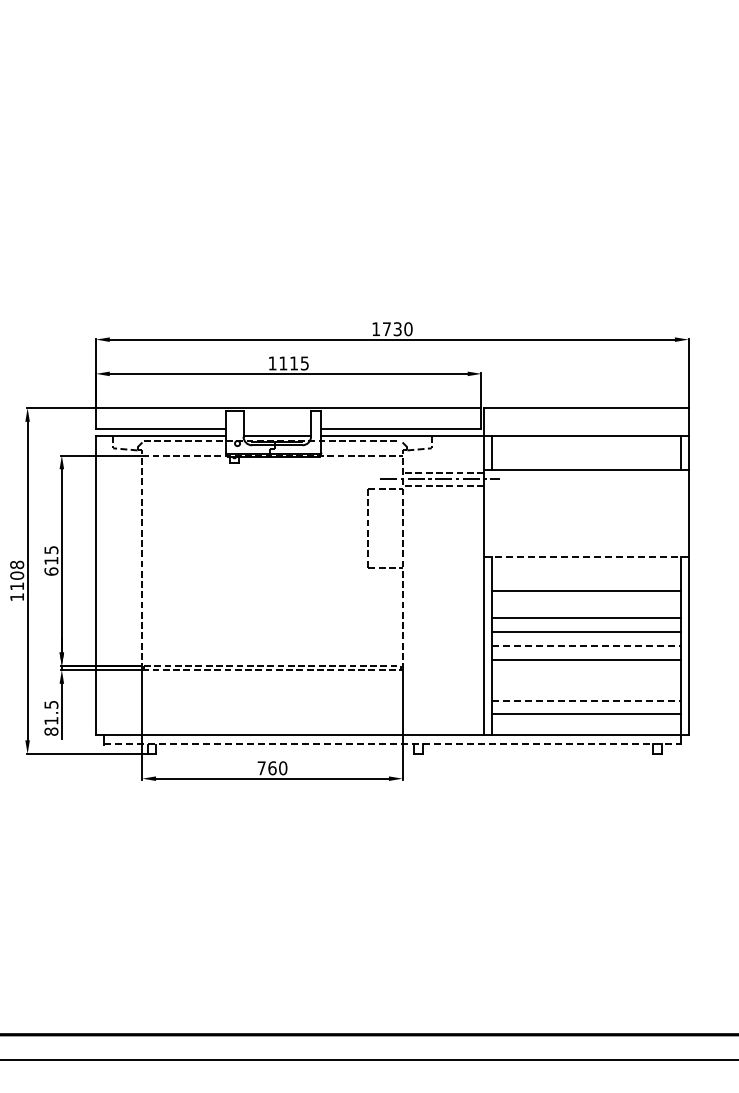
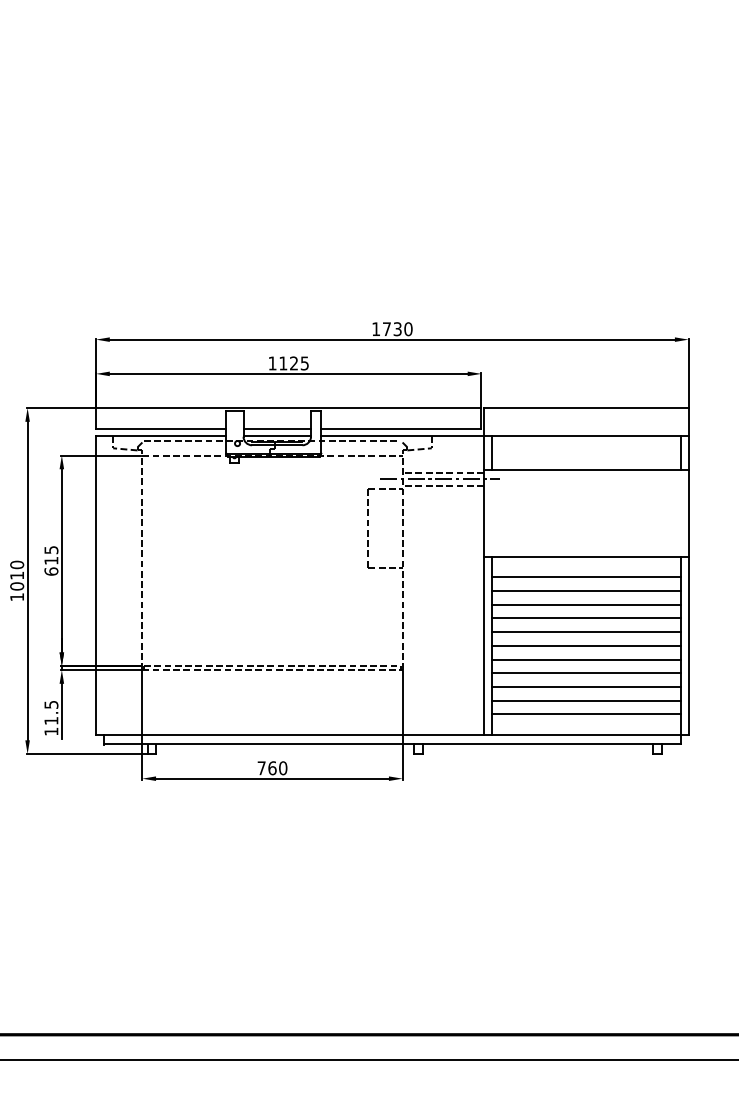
text at (293, 363): 1115 -> 1125
line at (277, 429): none -> present
line at (586, 556): dashed -> solid
text at (17, 575): 1108 -> 1010
line at (585, 577): none -> present
line at (585, 604): none -> present
line at (586, 645): dashed -> solid
line at (585, 673): none -> present
line at (585, 686): none -> present
line at (586, 700): dashed -> solid
text at (51, 731): 81.5 -> 11.5
line at (392, 744): dashed -> solid
